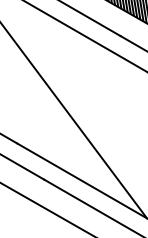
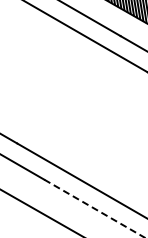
line at (73, 119): present -> none
line at (46, 208) position: (46, 208) -> (40, 212)
line at (94, 208): solid -> dashed
